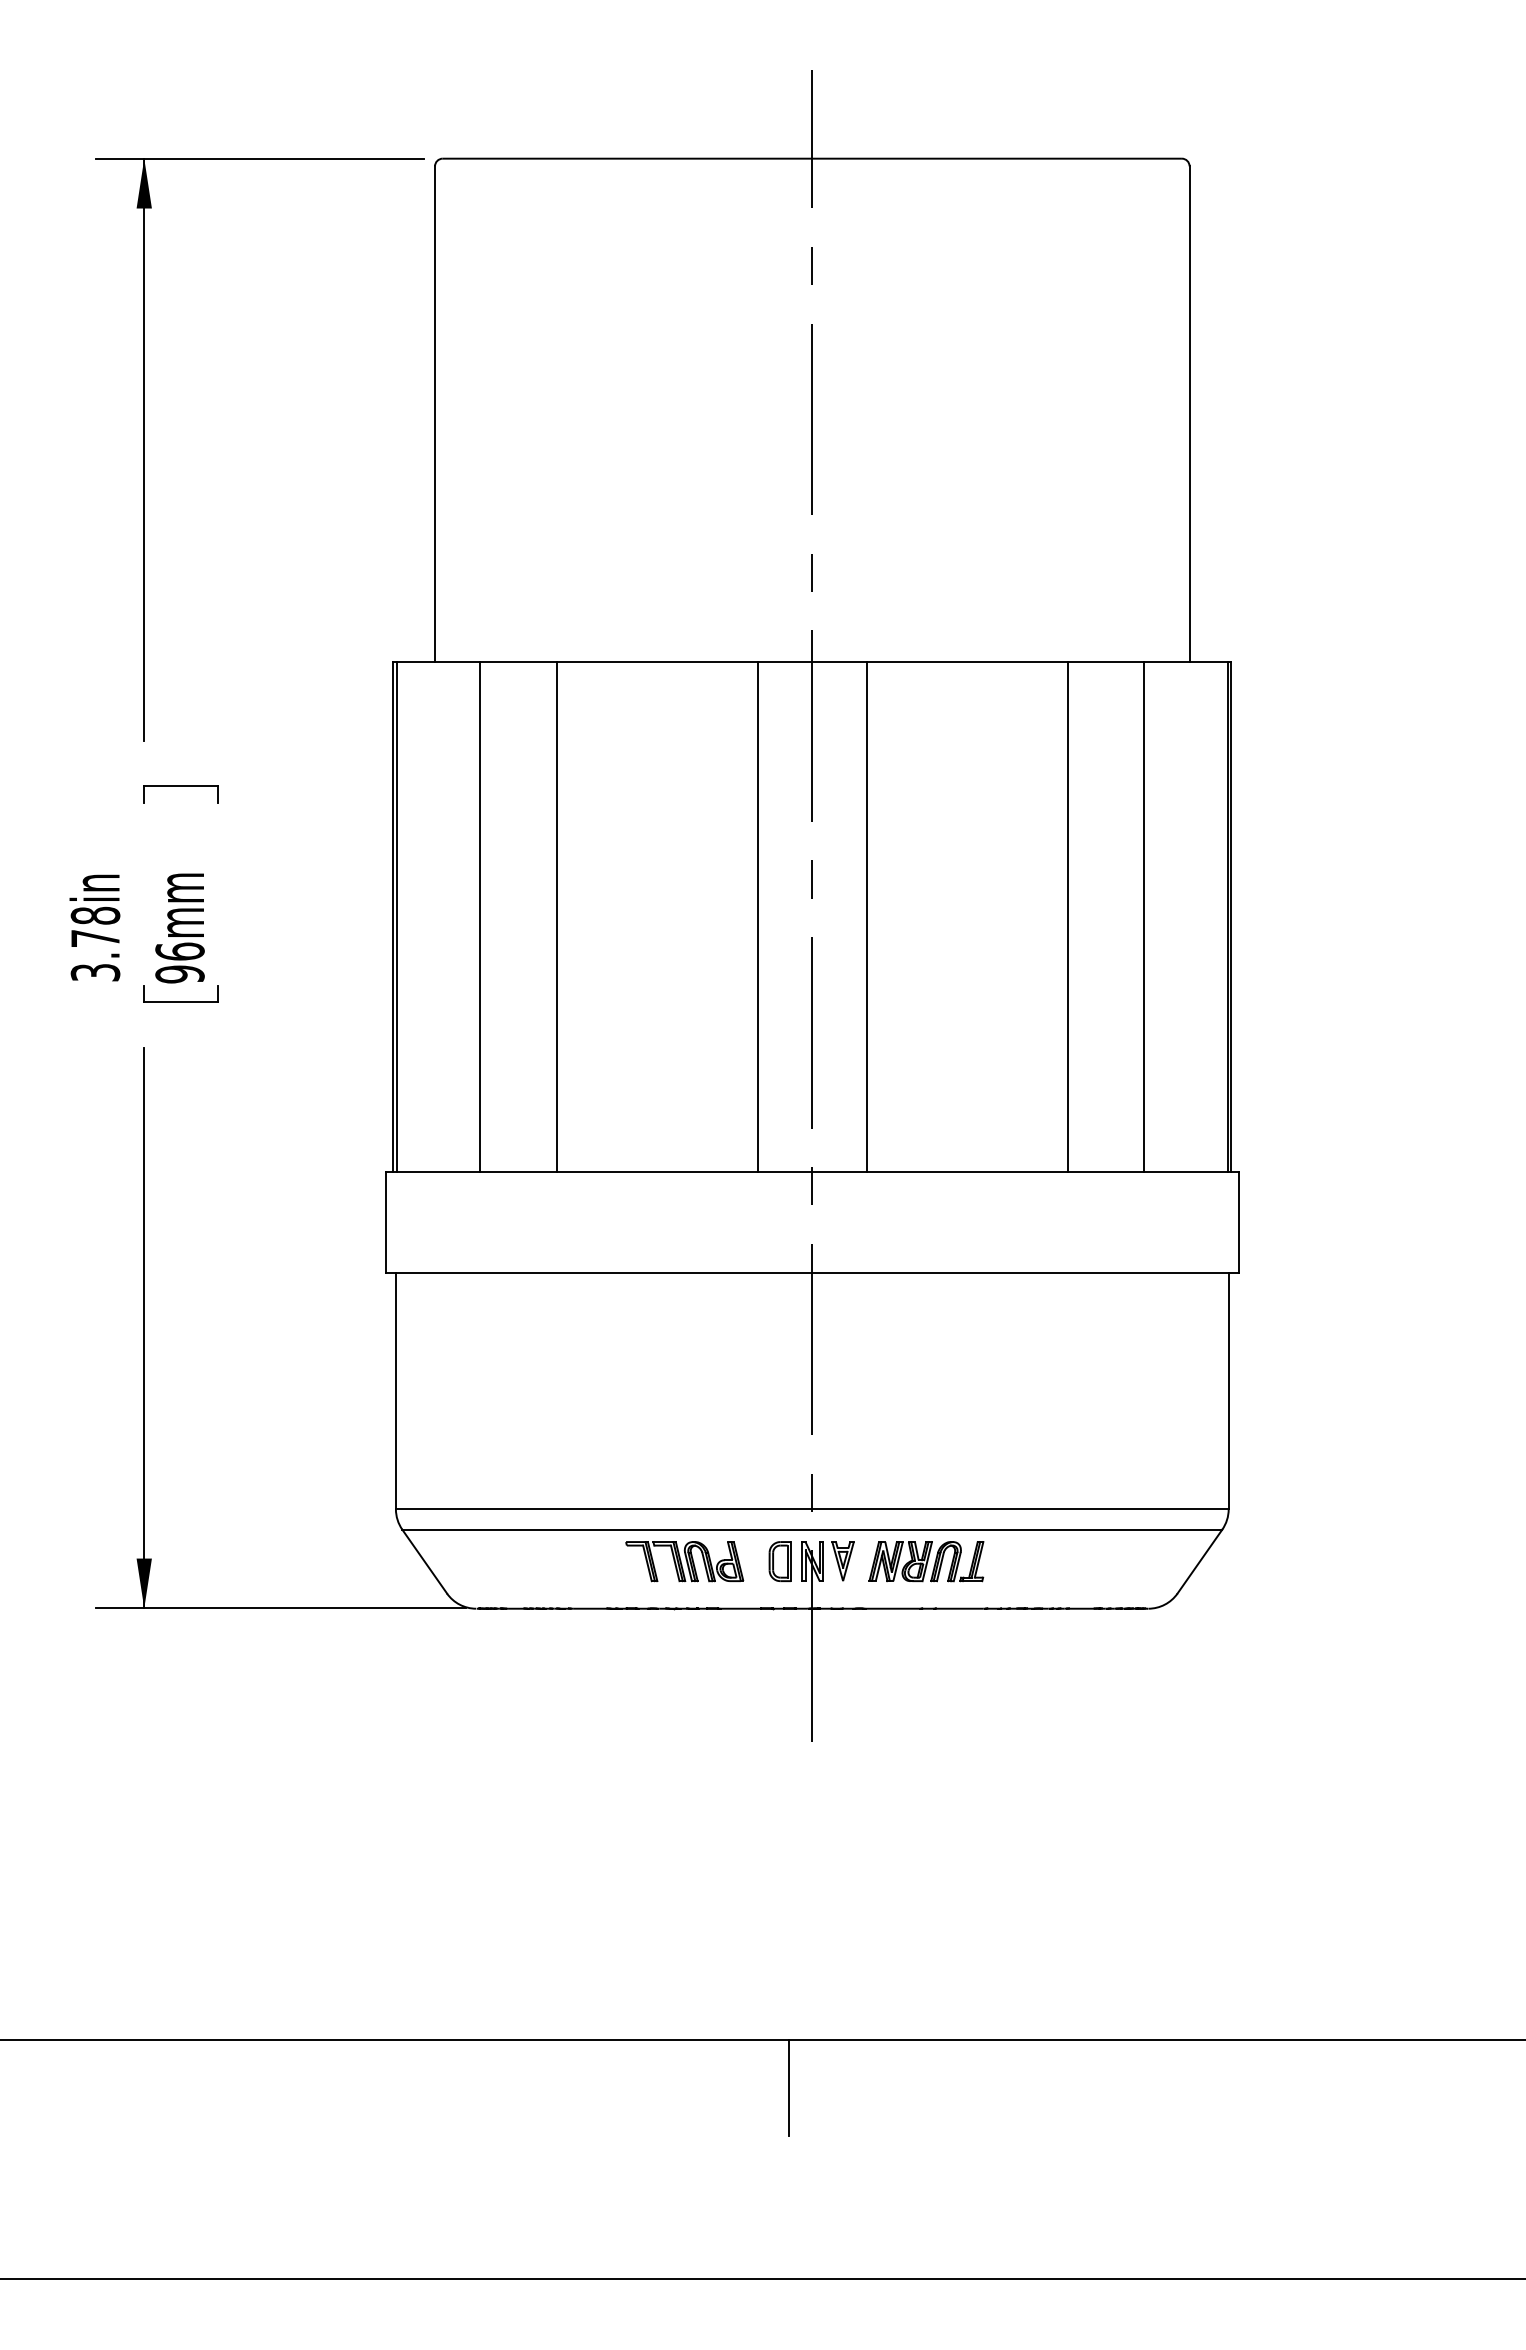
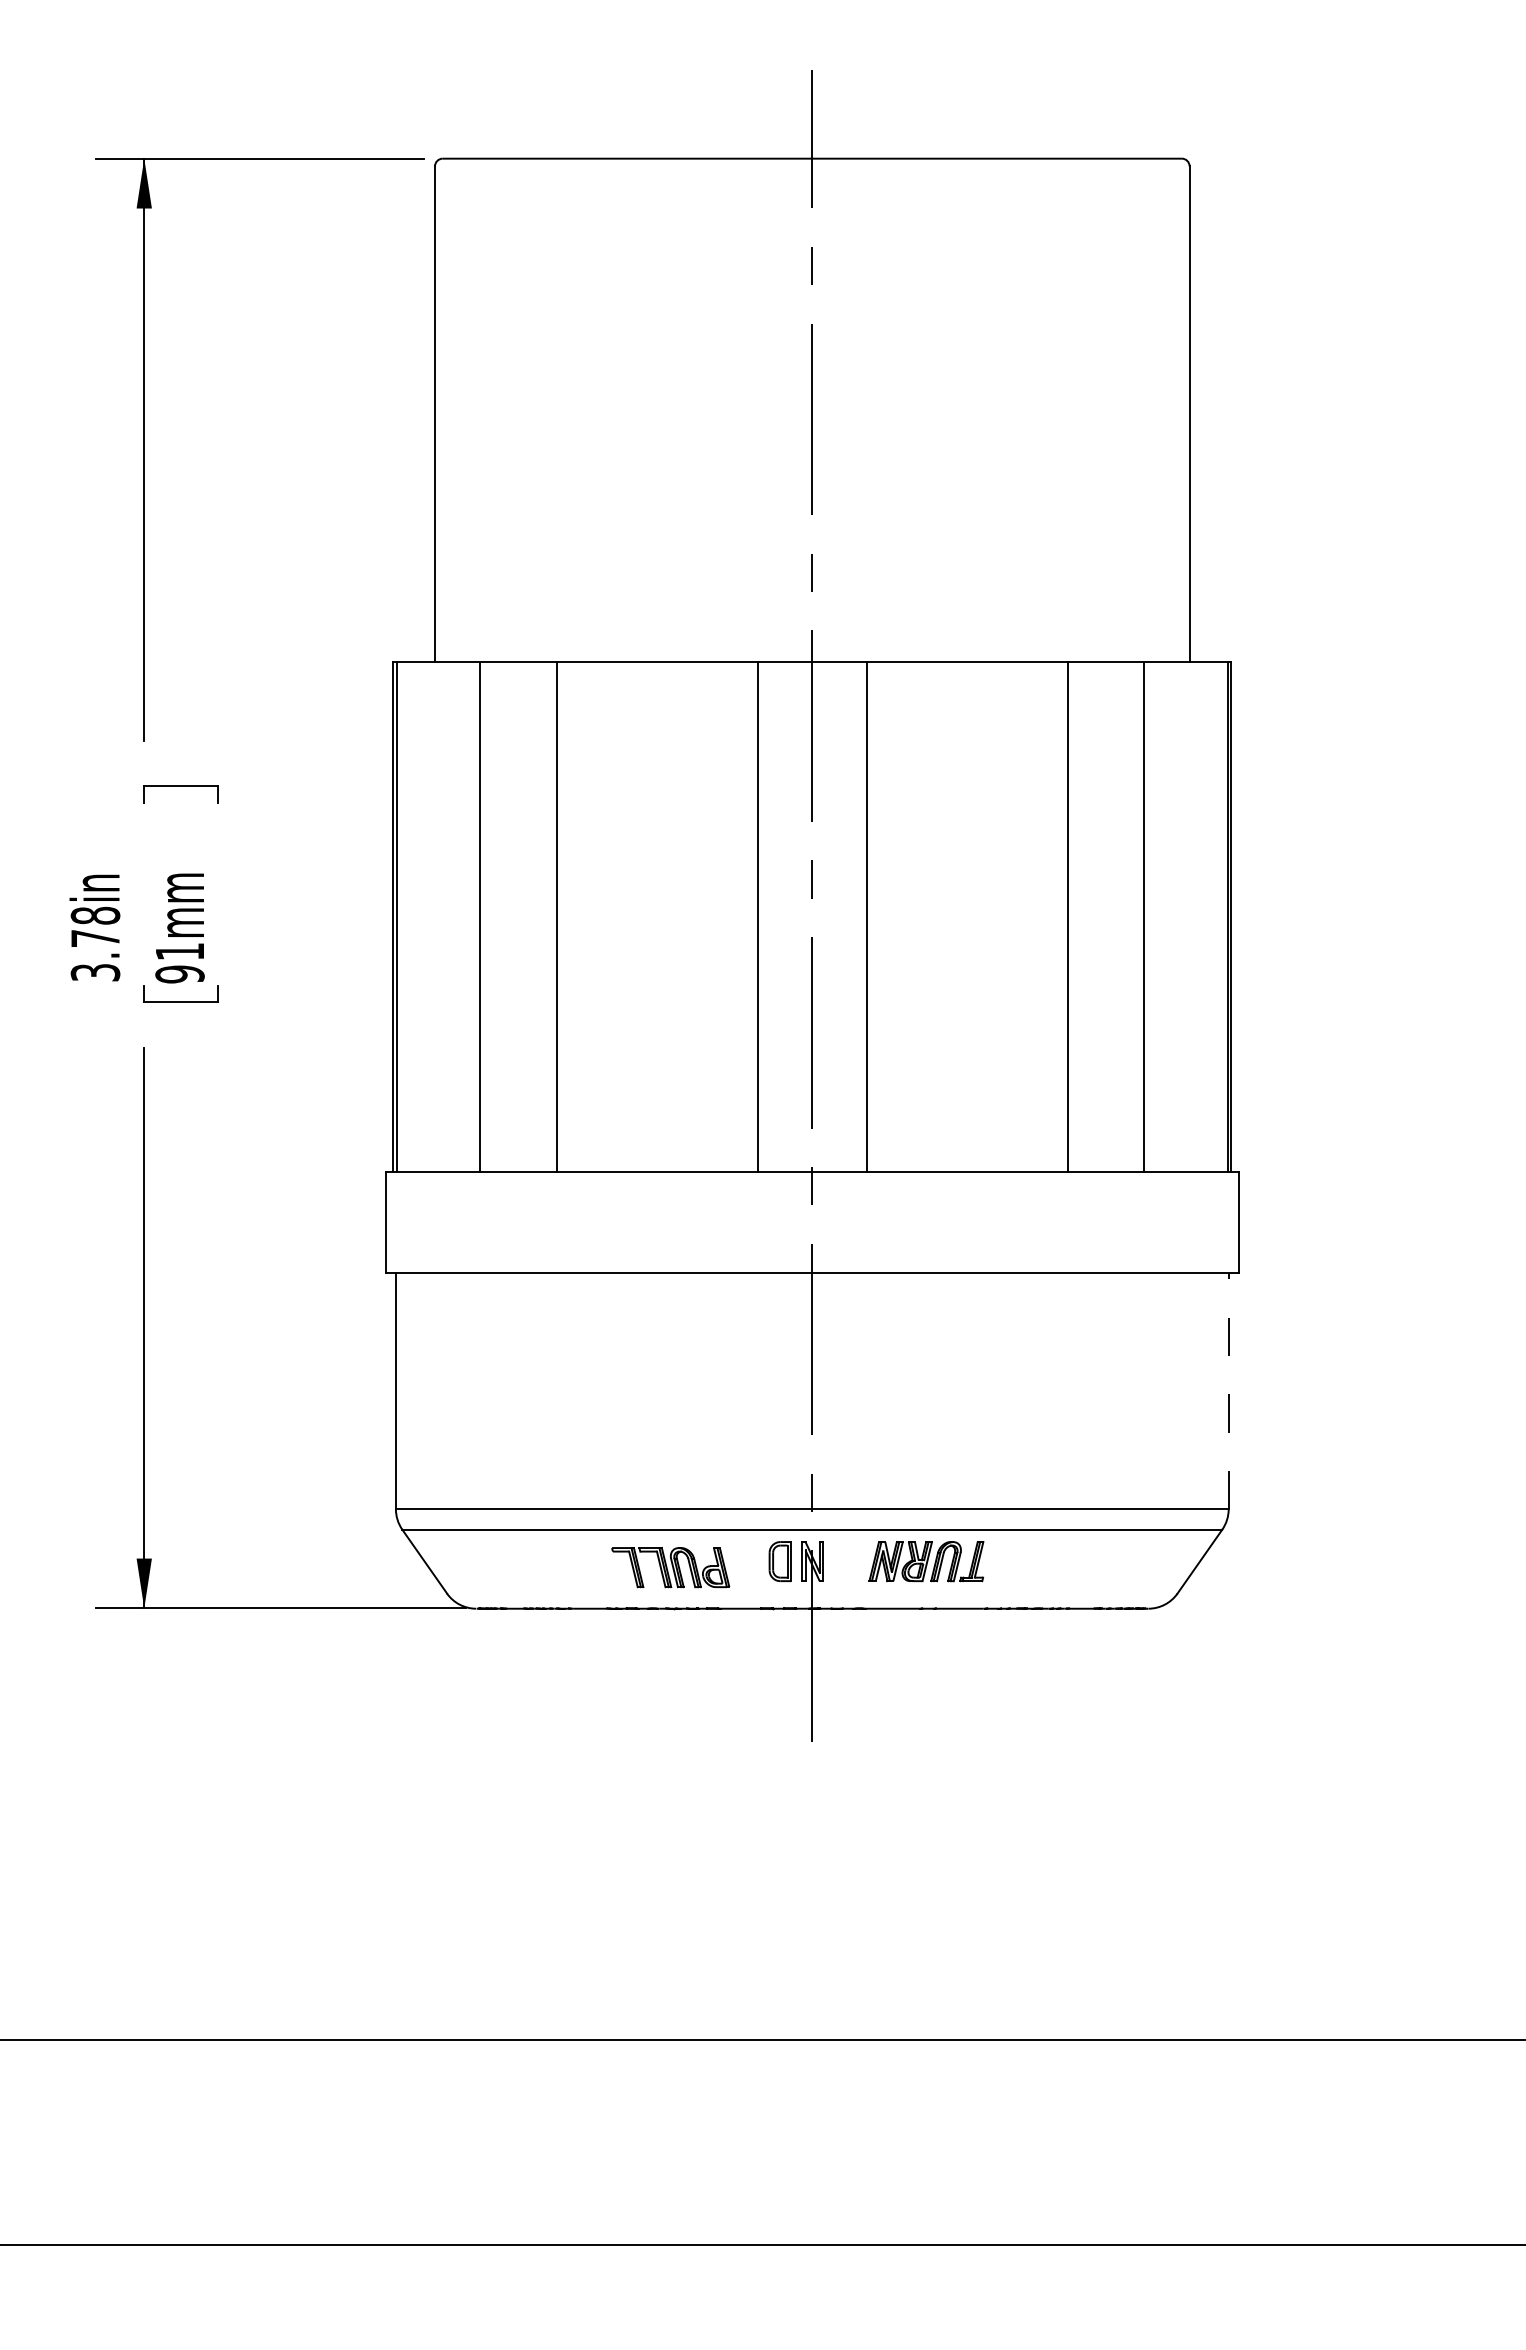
text at (179, 951): 96mm -> 91mm
line at (1228, 1390): solid -> dashed
part at (684, 1561) position: (684, 1561) -> (670, 1567)
part at (842, 1561): present -> none
line at (789, 2087): present -> none
line at (762, 2279) position: (762, 2279) -> (762, 2245)
